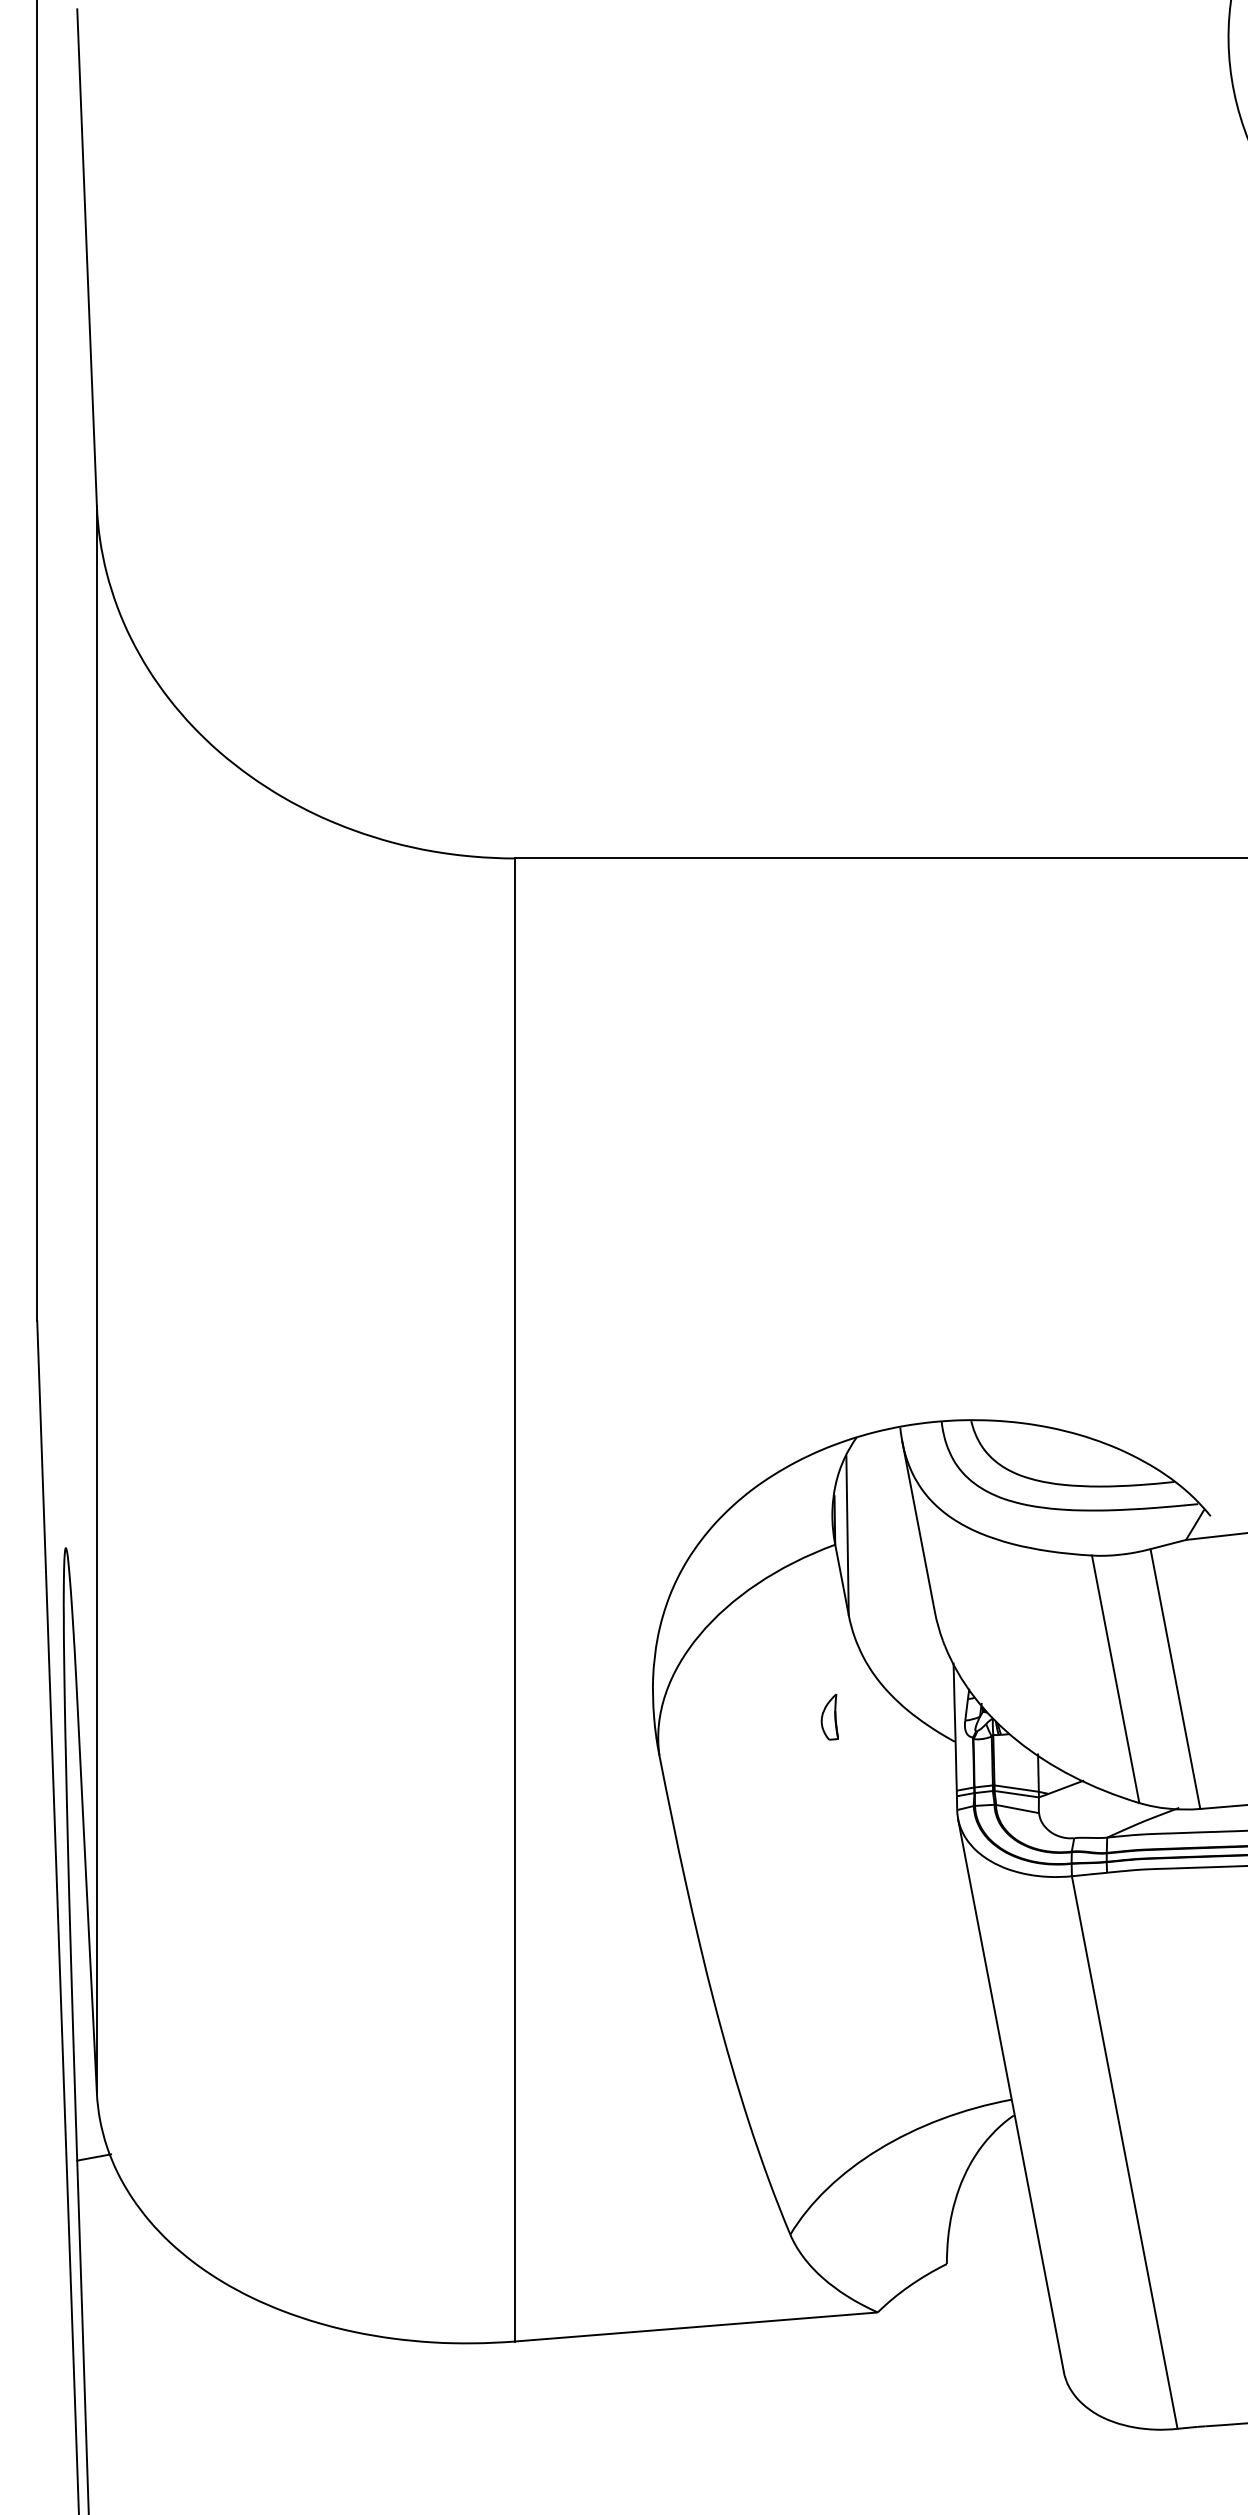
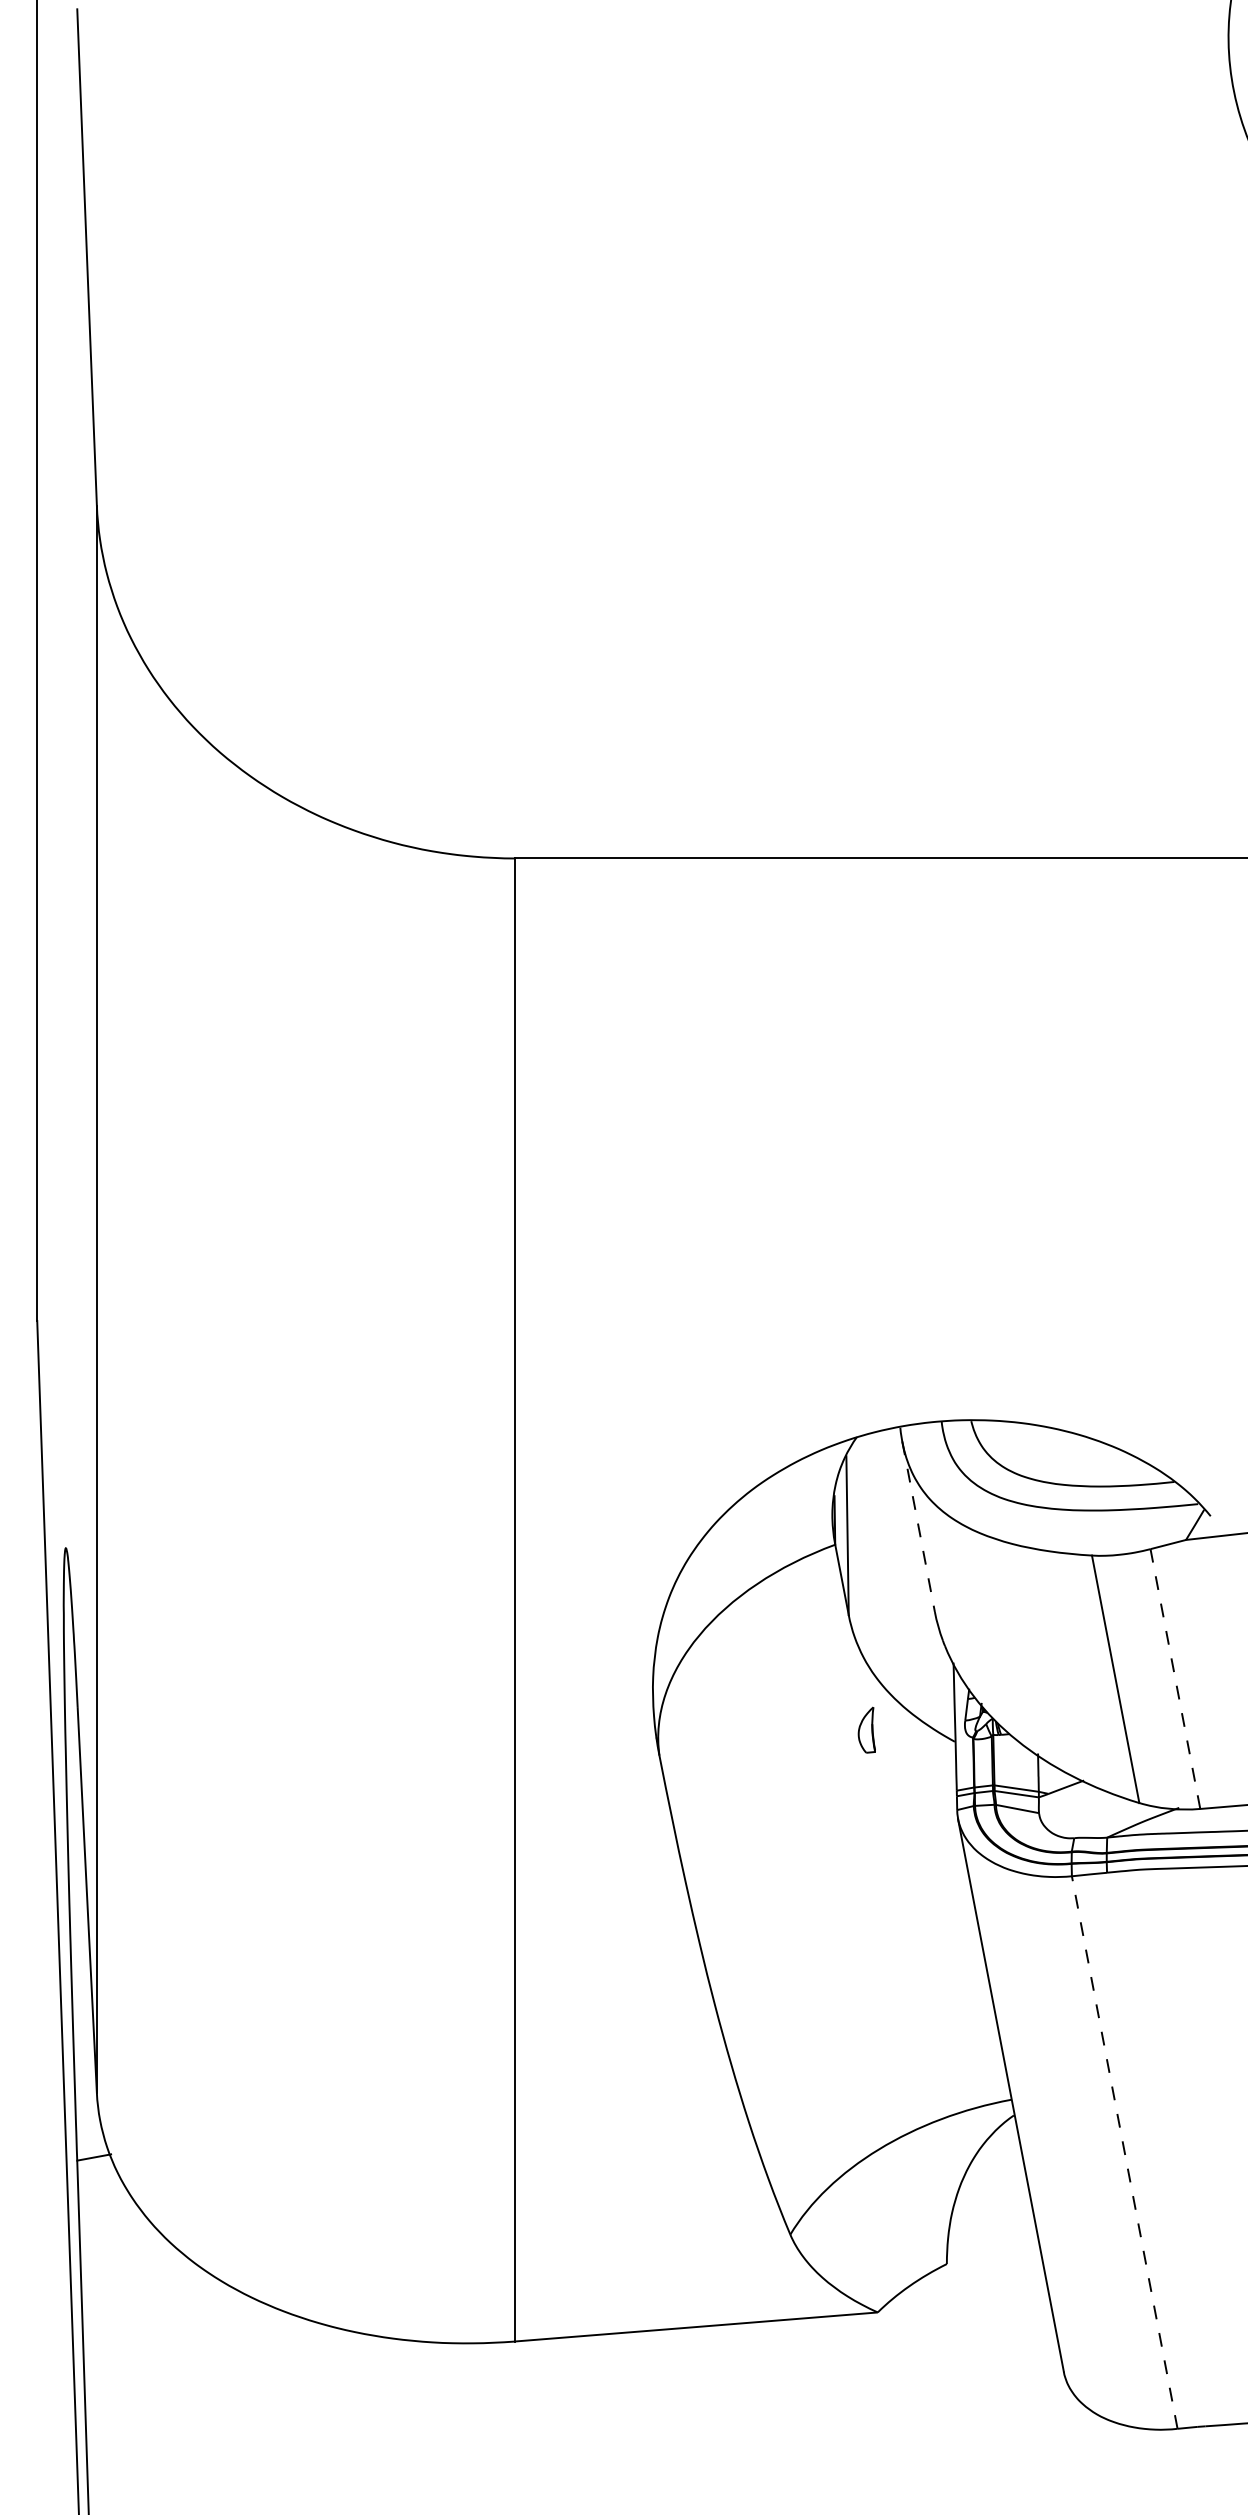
line at (918, 1526): solid -> dashed
line at (1175, 1678): solid -> dashed
part at (829, 1716) position: (829, 1716) -> (866, 1729)
line at (1124, 2152): solid -> dashed
